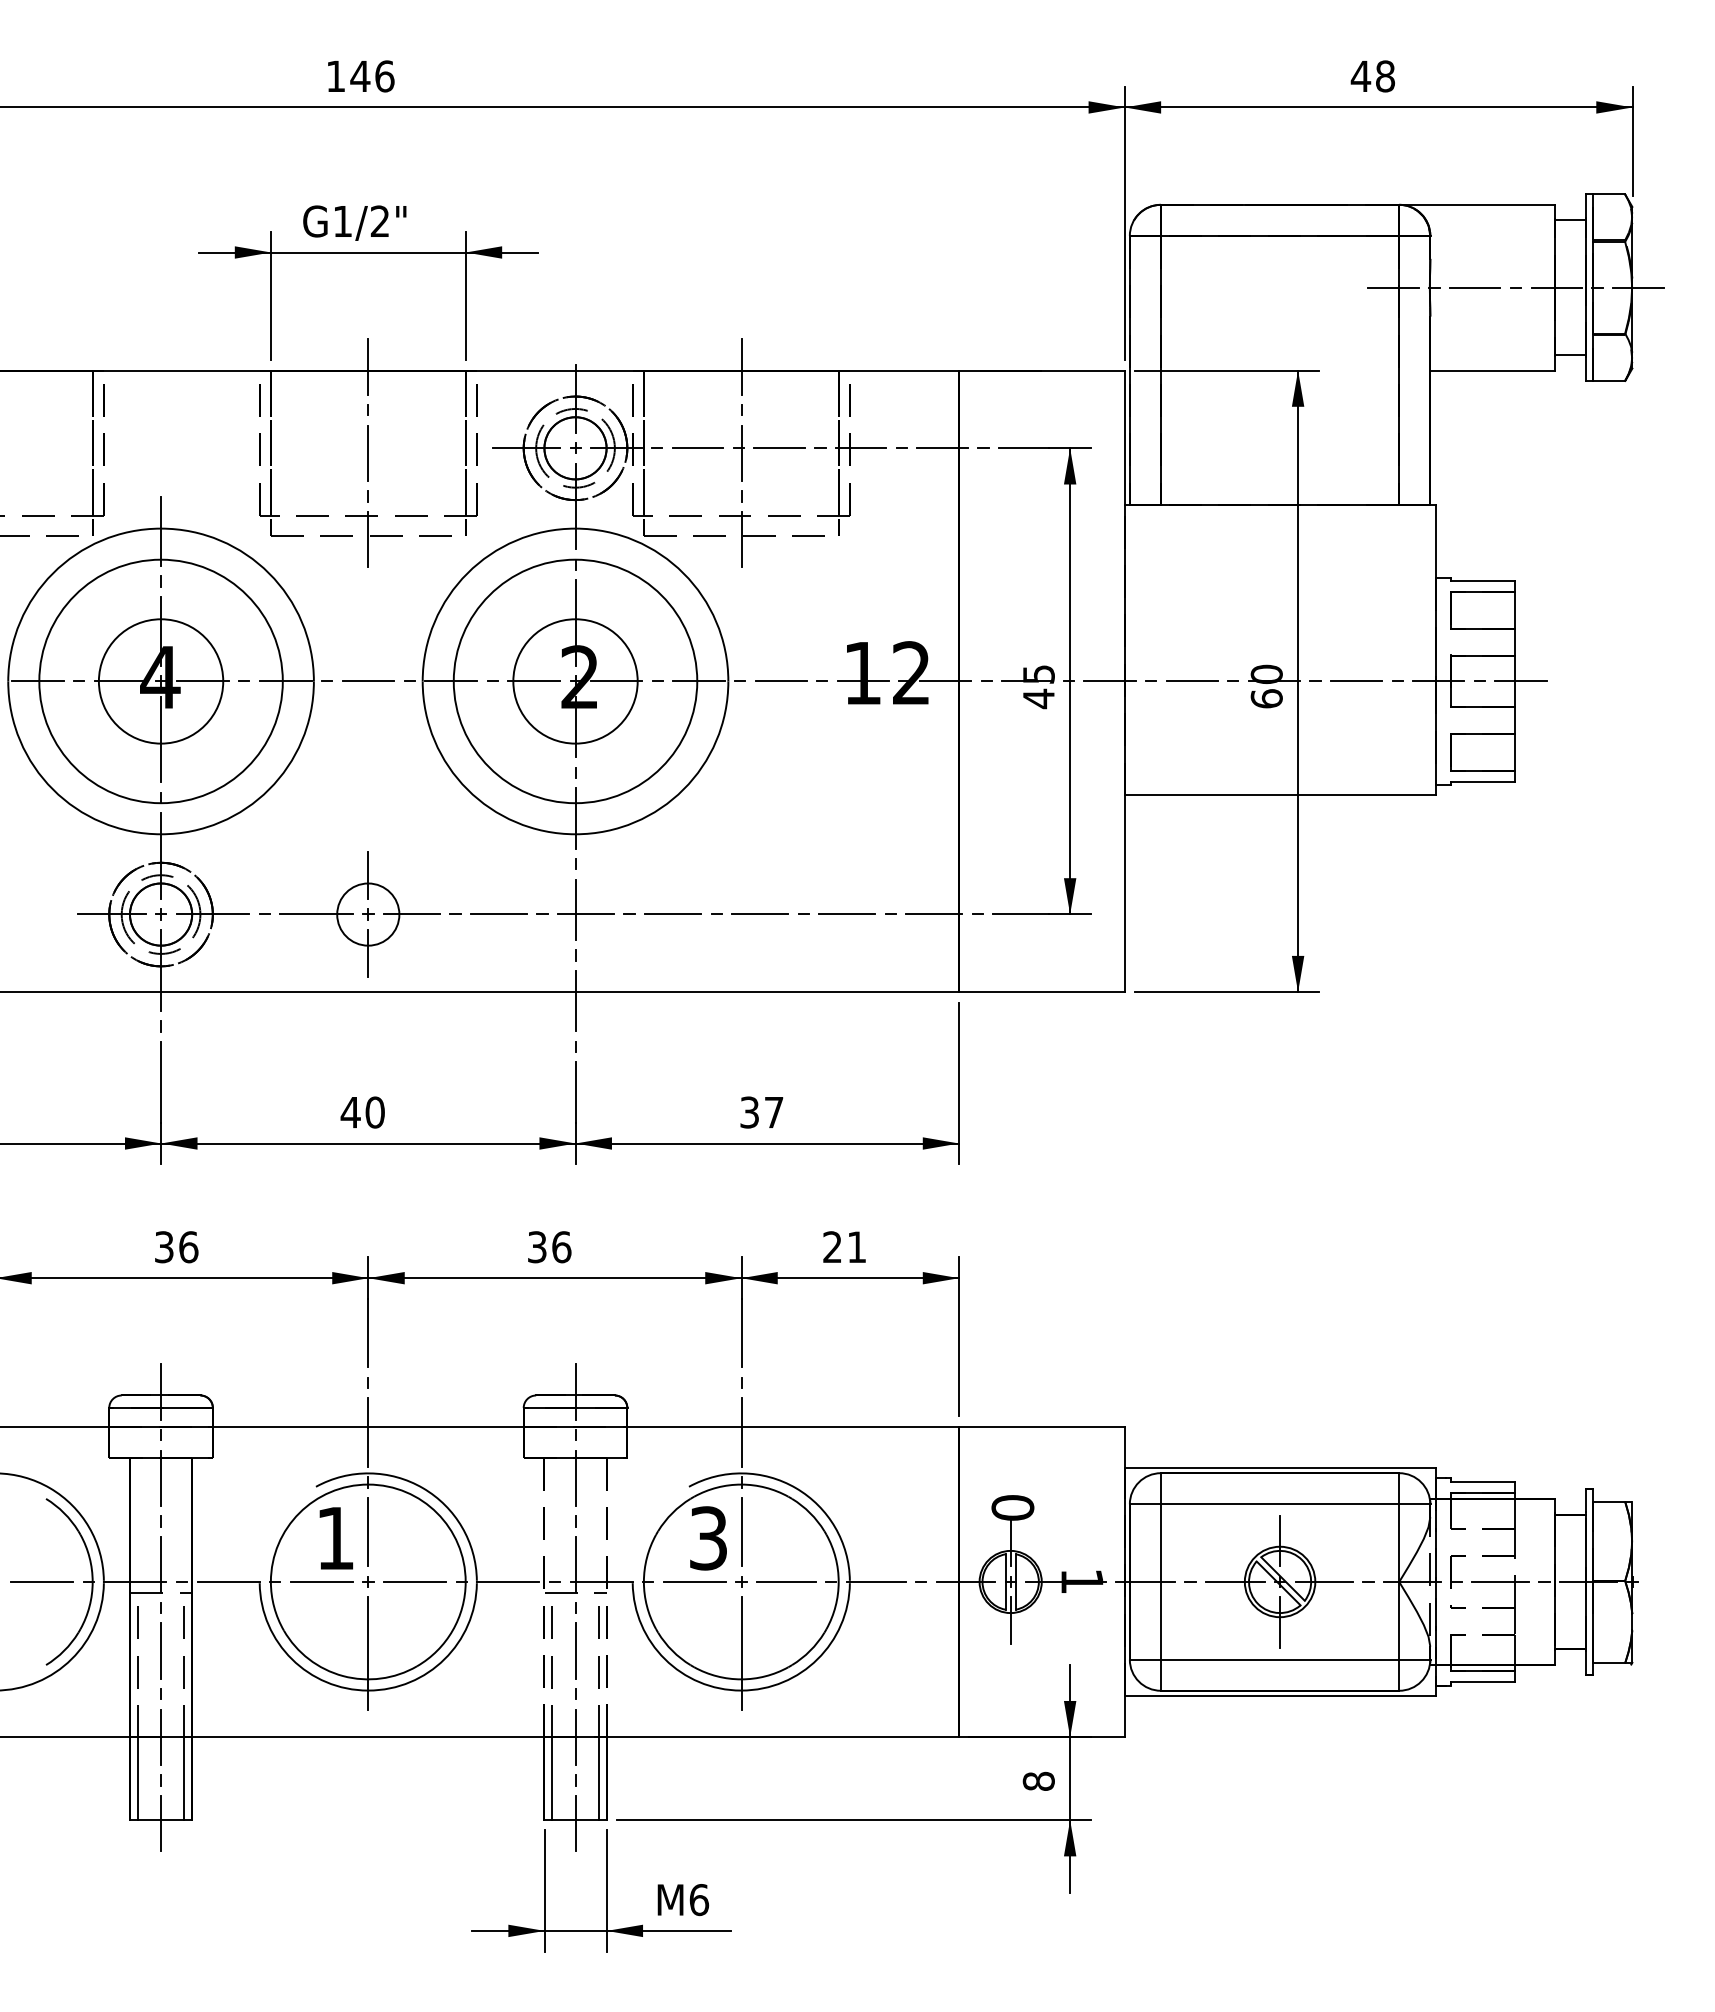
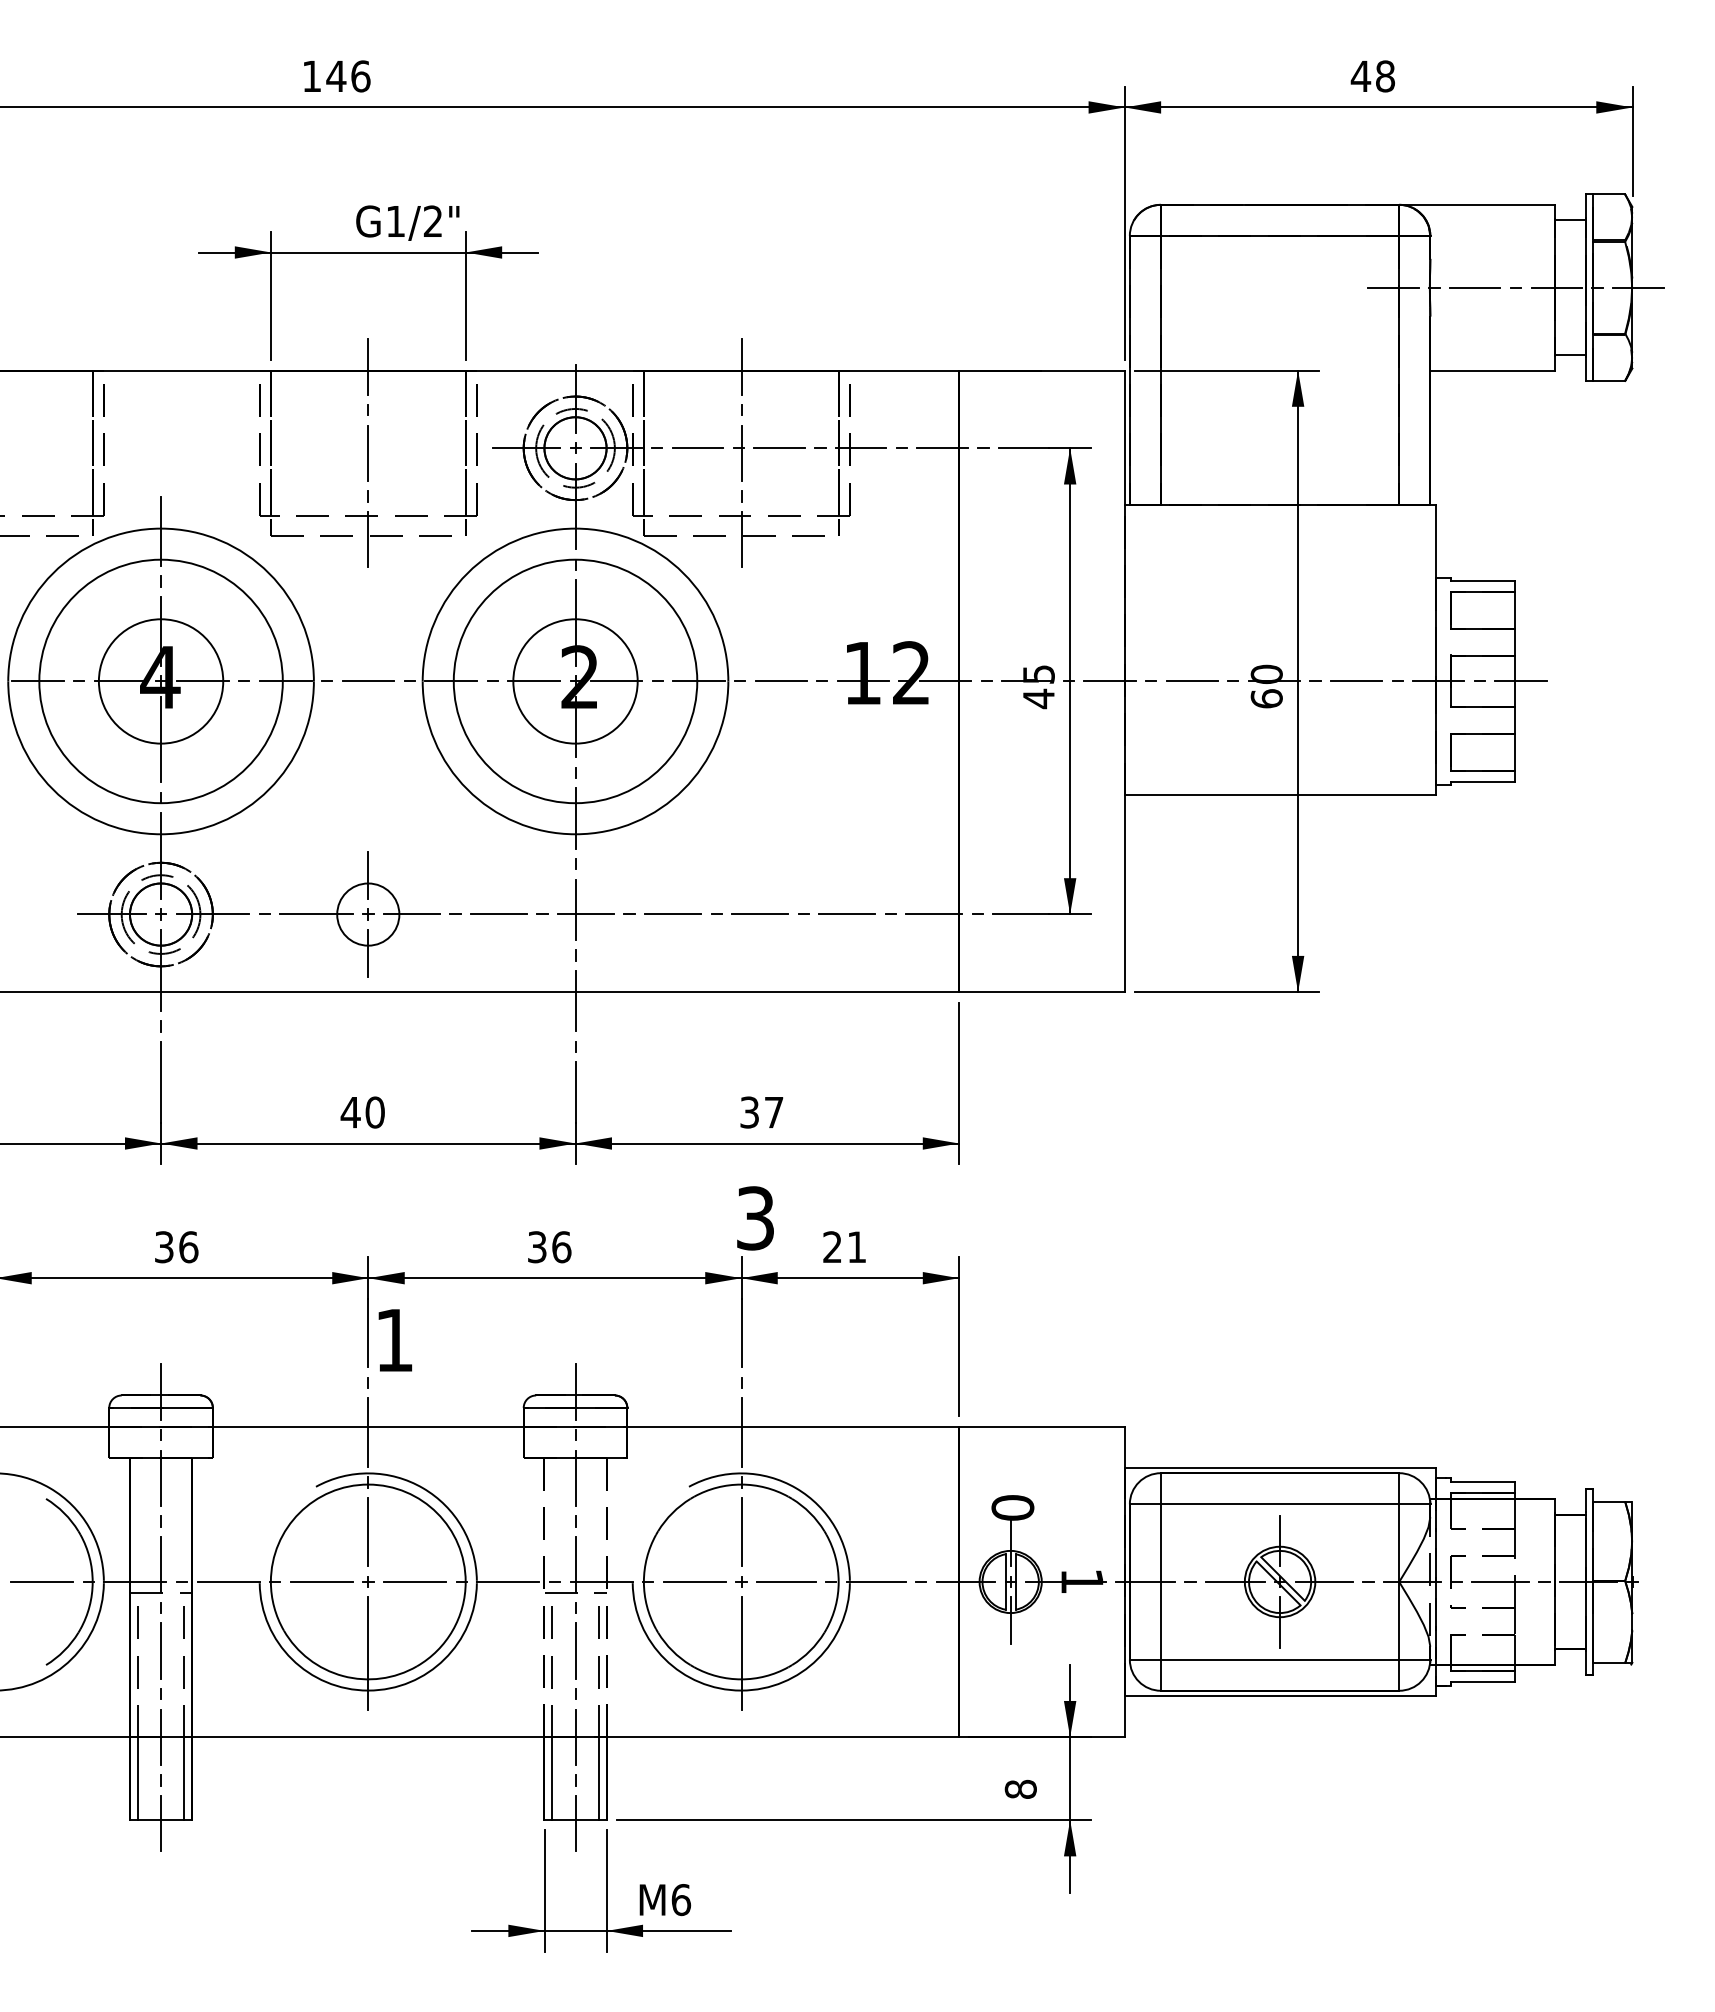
text at (361, 76) position: (361, 76) -> (337, 76)
text at (354, 222) position: (354, 222) -> (407, 222)
text at (335, 1538) position: (335, 1538) -> (394, 1340)
text at (708, 1538) position: (708, 1538) -> (755, 1218)
text at (1038, 1780) position: (1038, 1780) -> (1020, 1788)
text at (683, 1900) position: (683, 1900) -> (665, 1900)
